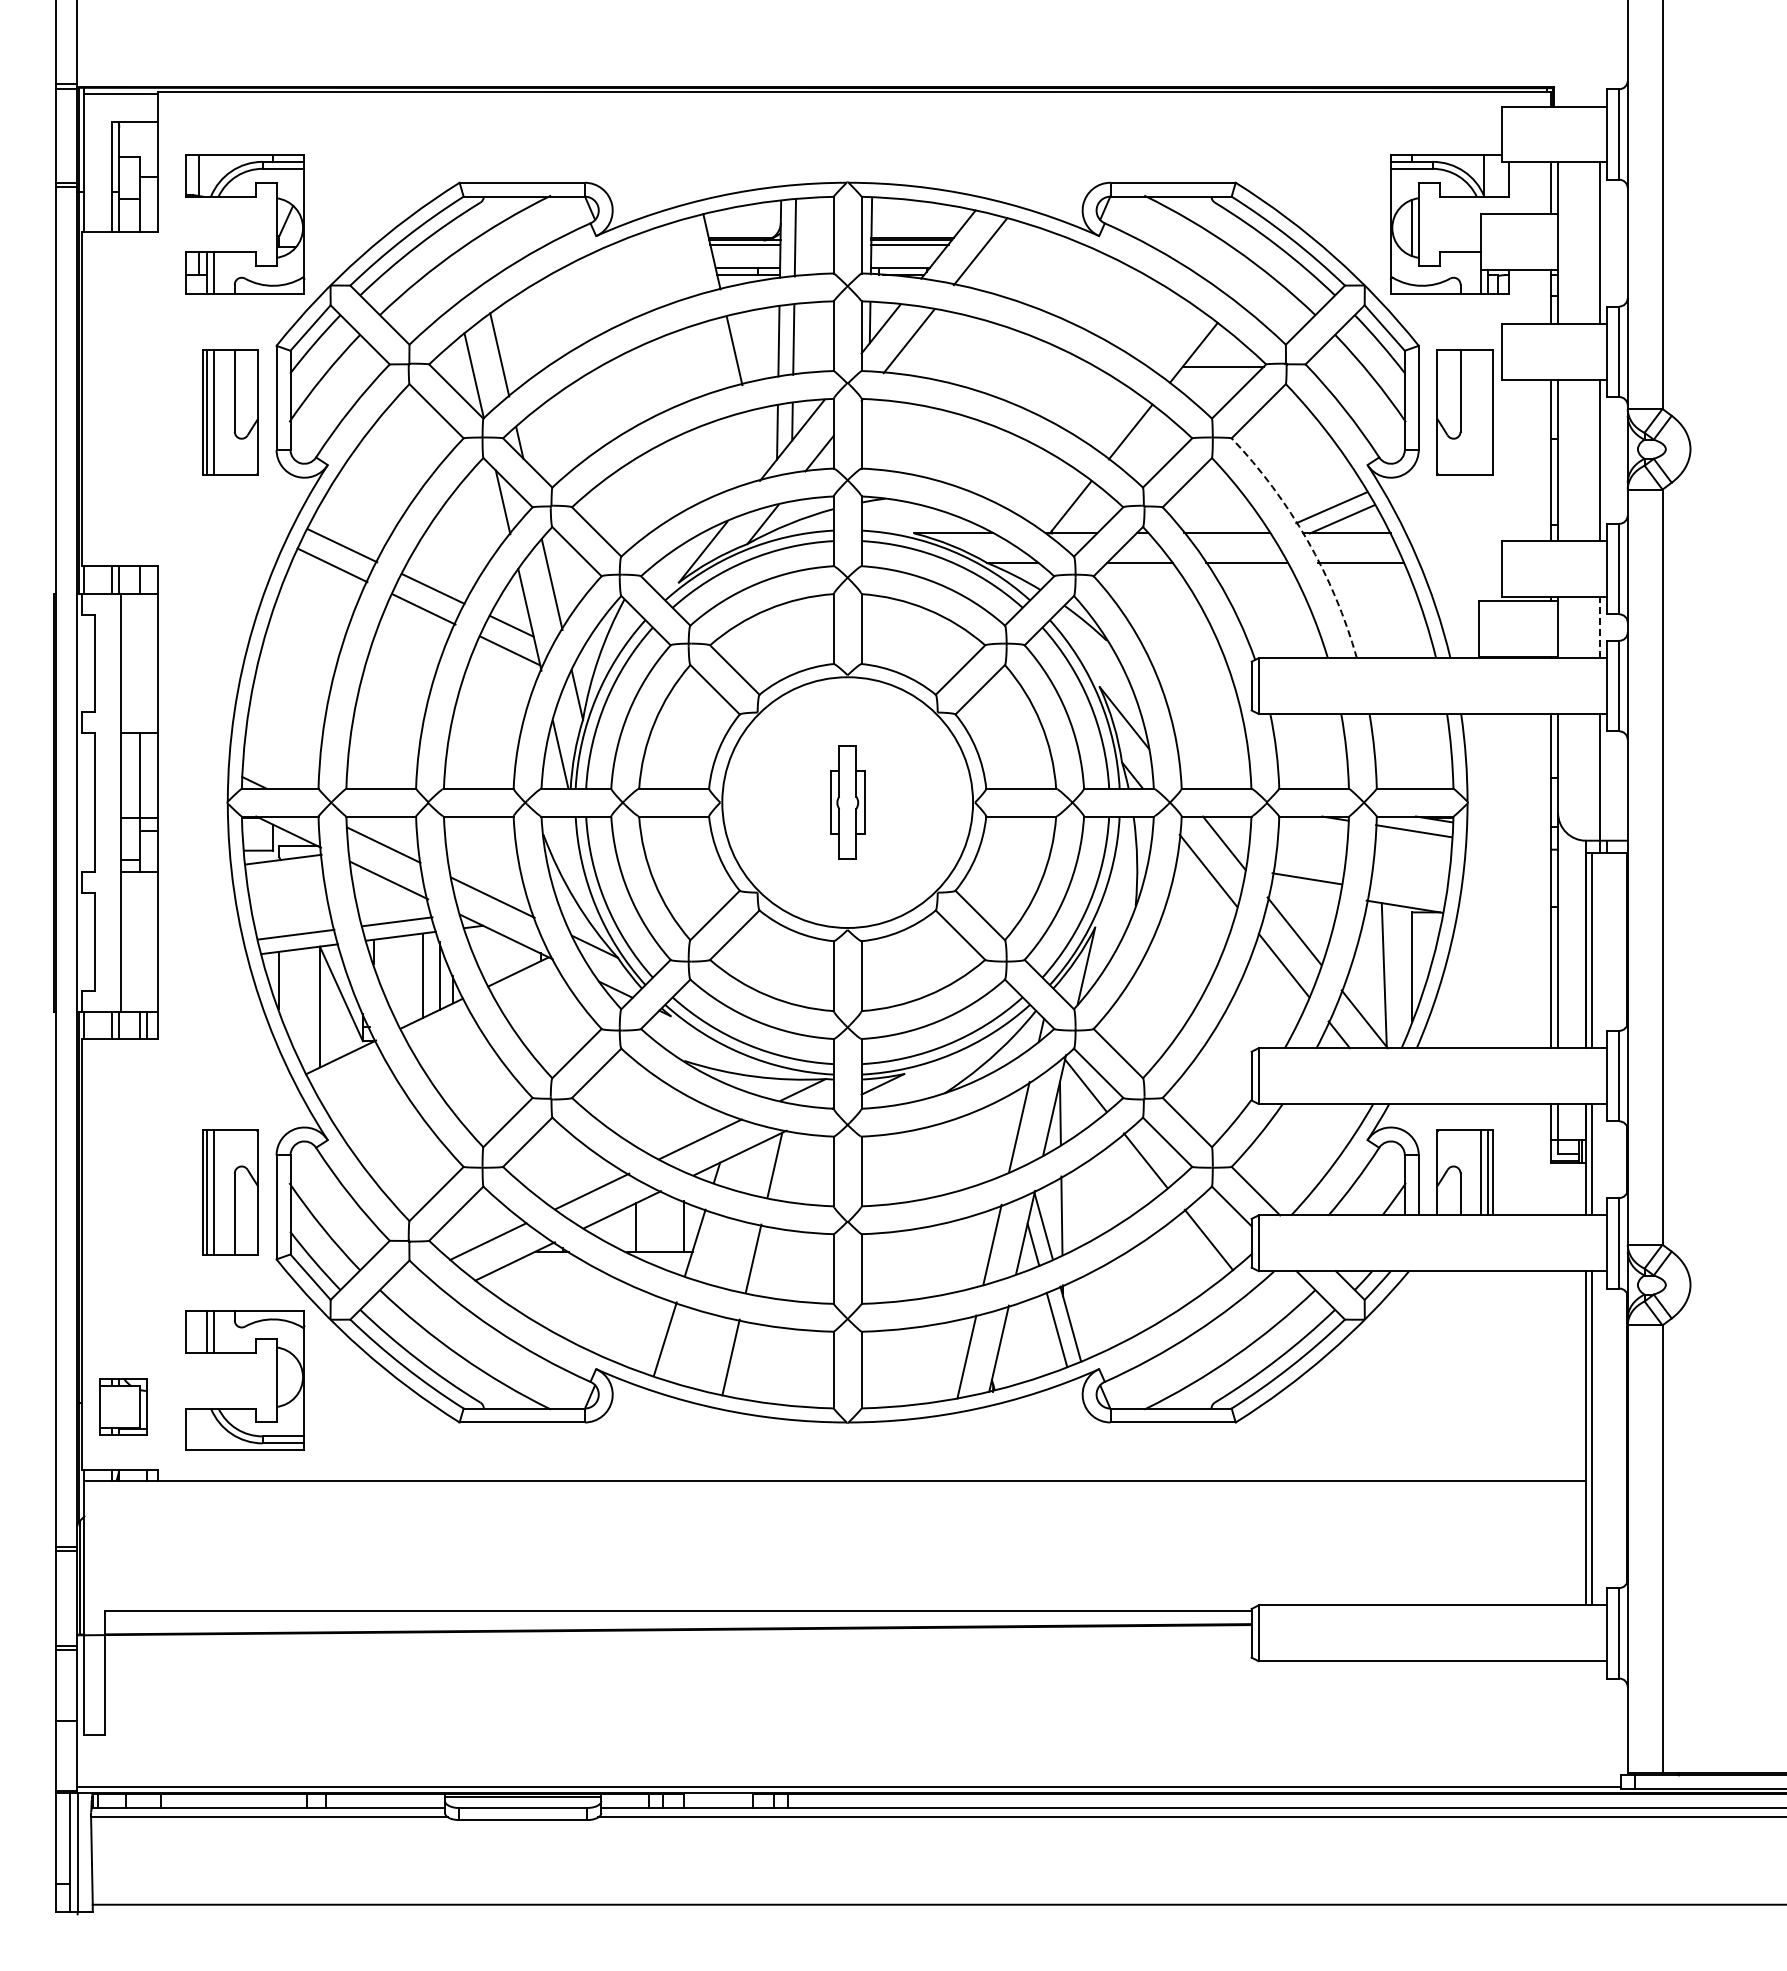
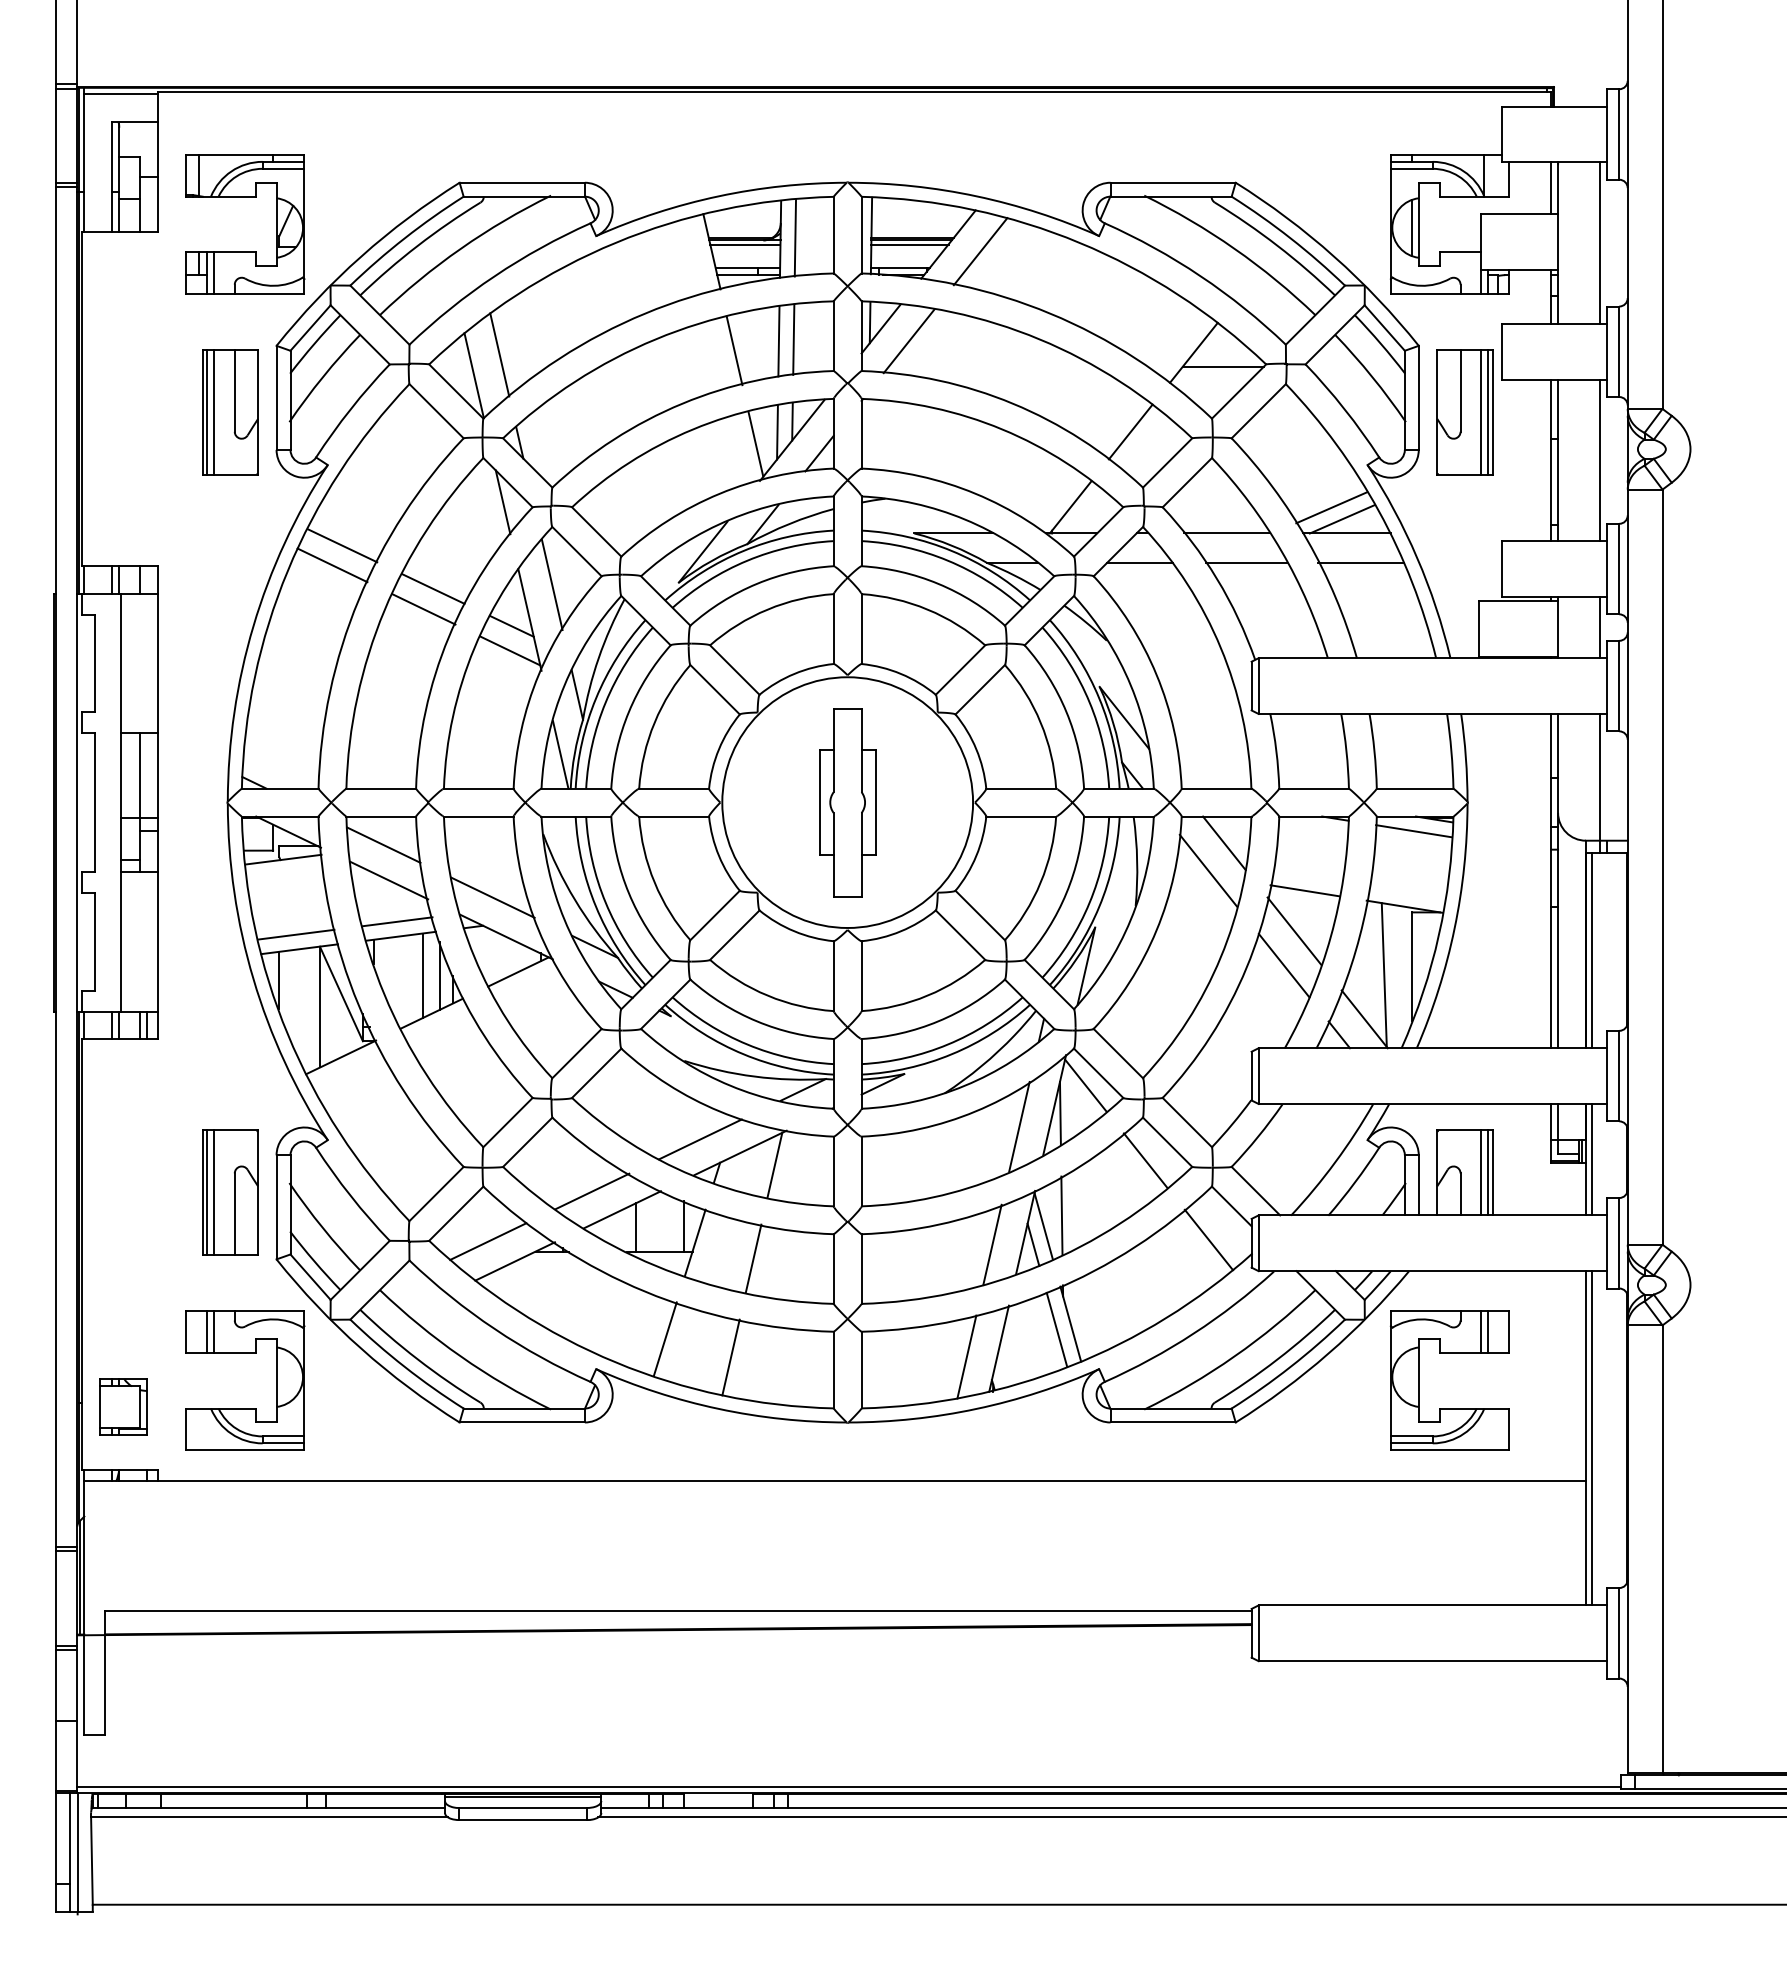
line at (1481, 412): none -> present
line at (1488, 412): none -> present
line at (755, 444): none -> present
arc at (1307, 540): dashed -> solid
line at (1599, 627): dashed -> solid
part at (847, 802) size: 36x115 px -> 58x190 px
line at (1306, 878) position: (1306, 878) -> (1304, 890)
part at (1449, 1353): none -> present
